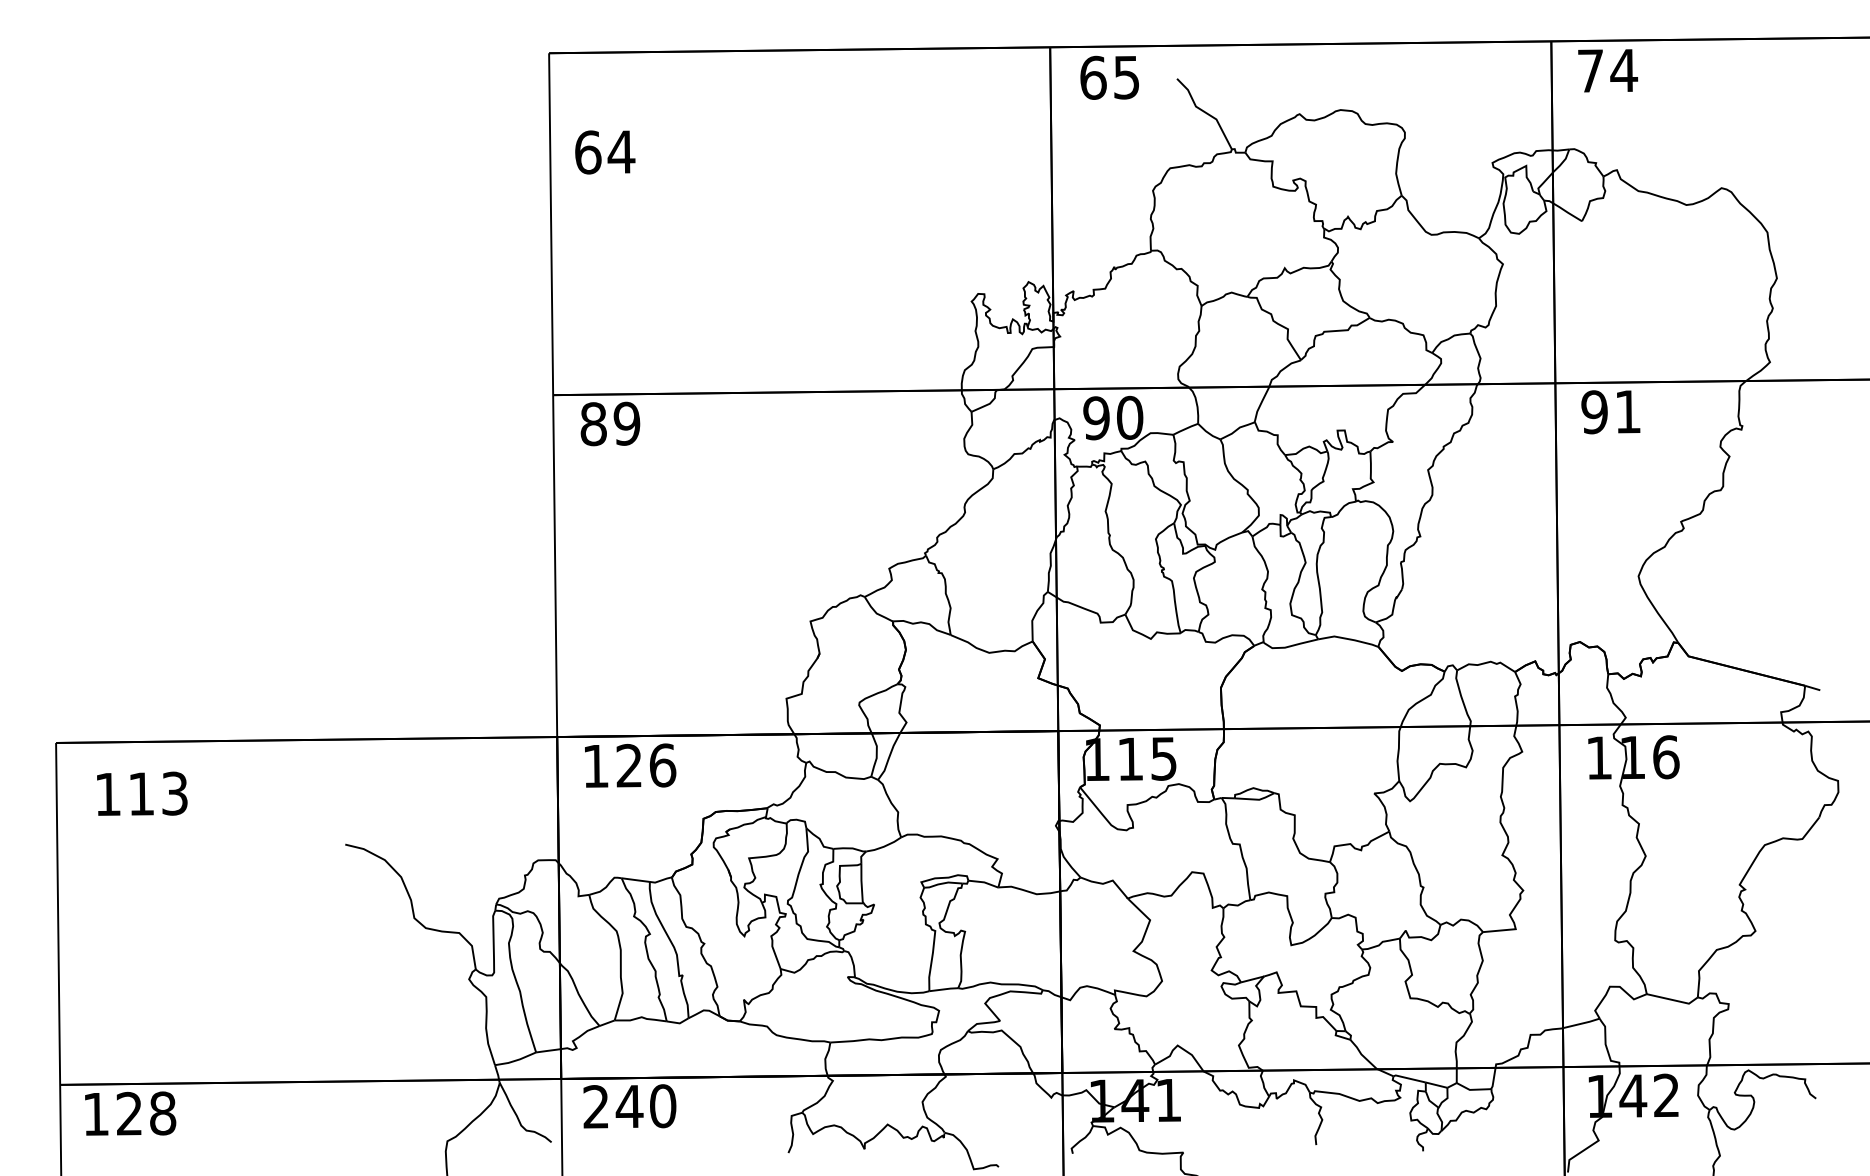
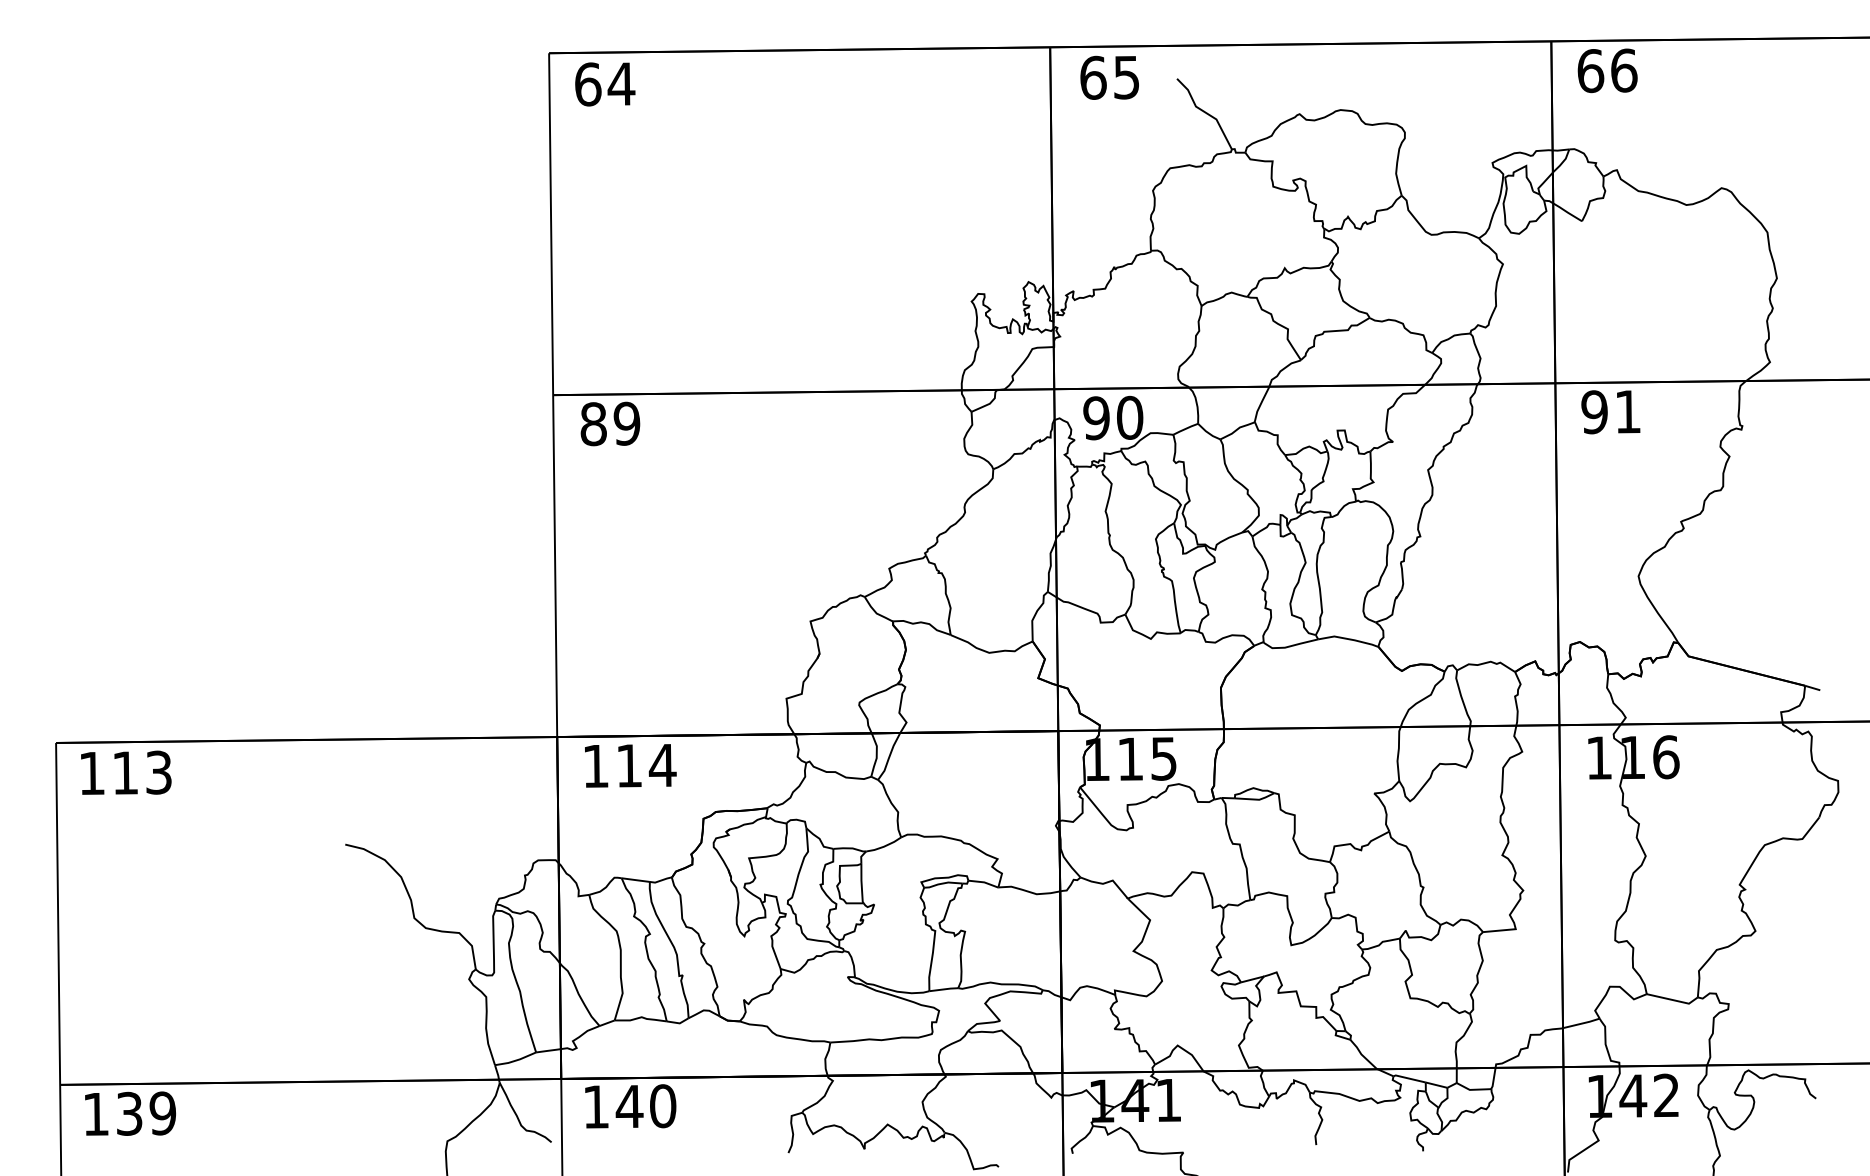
text at (1607, 70): 74 -> 66
text at (605, 152) position: (605, 152) -> (605, 84)
text at (646, 765): 126 -> 114
text at (142, 793) position: (142, 793) -> (126, 772)
text at (595, 1106): 240 -> 140
text at (146, 1113): 128 -> 139
